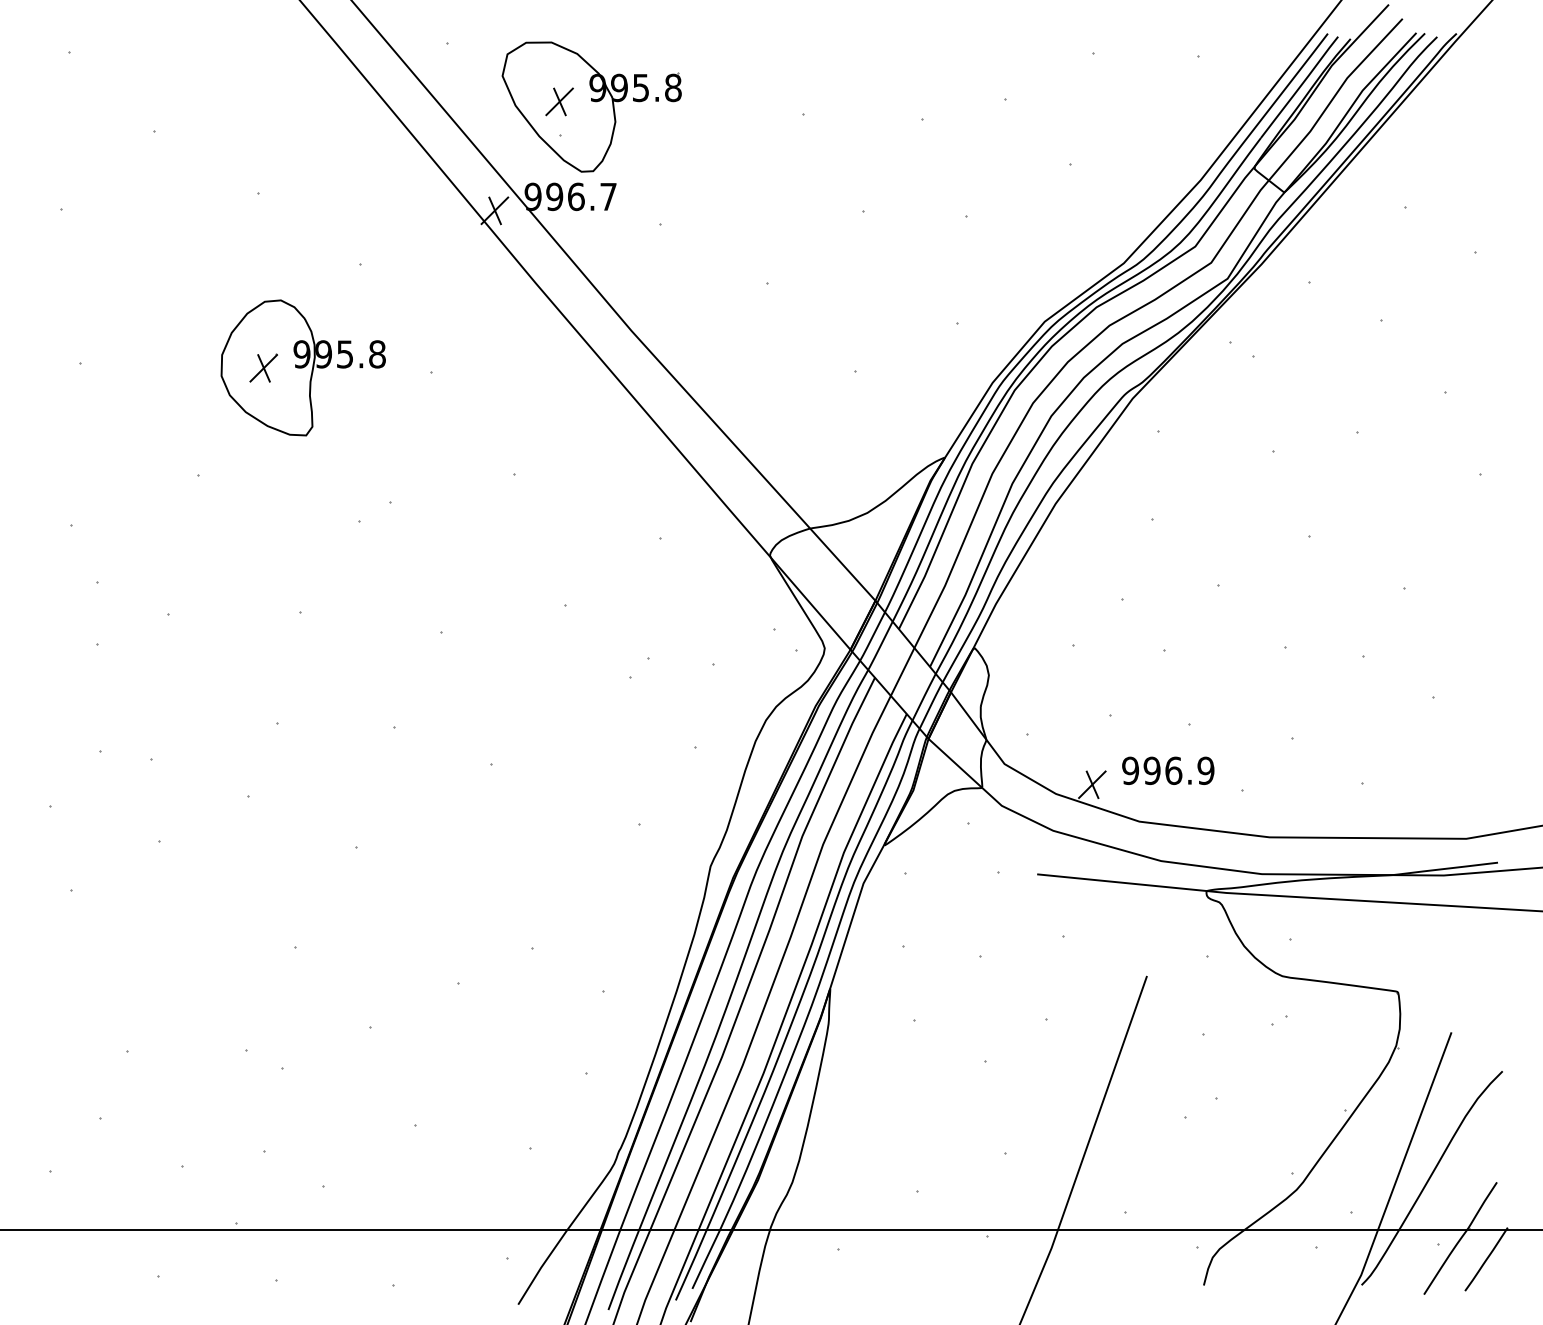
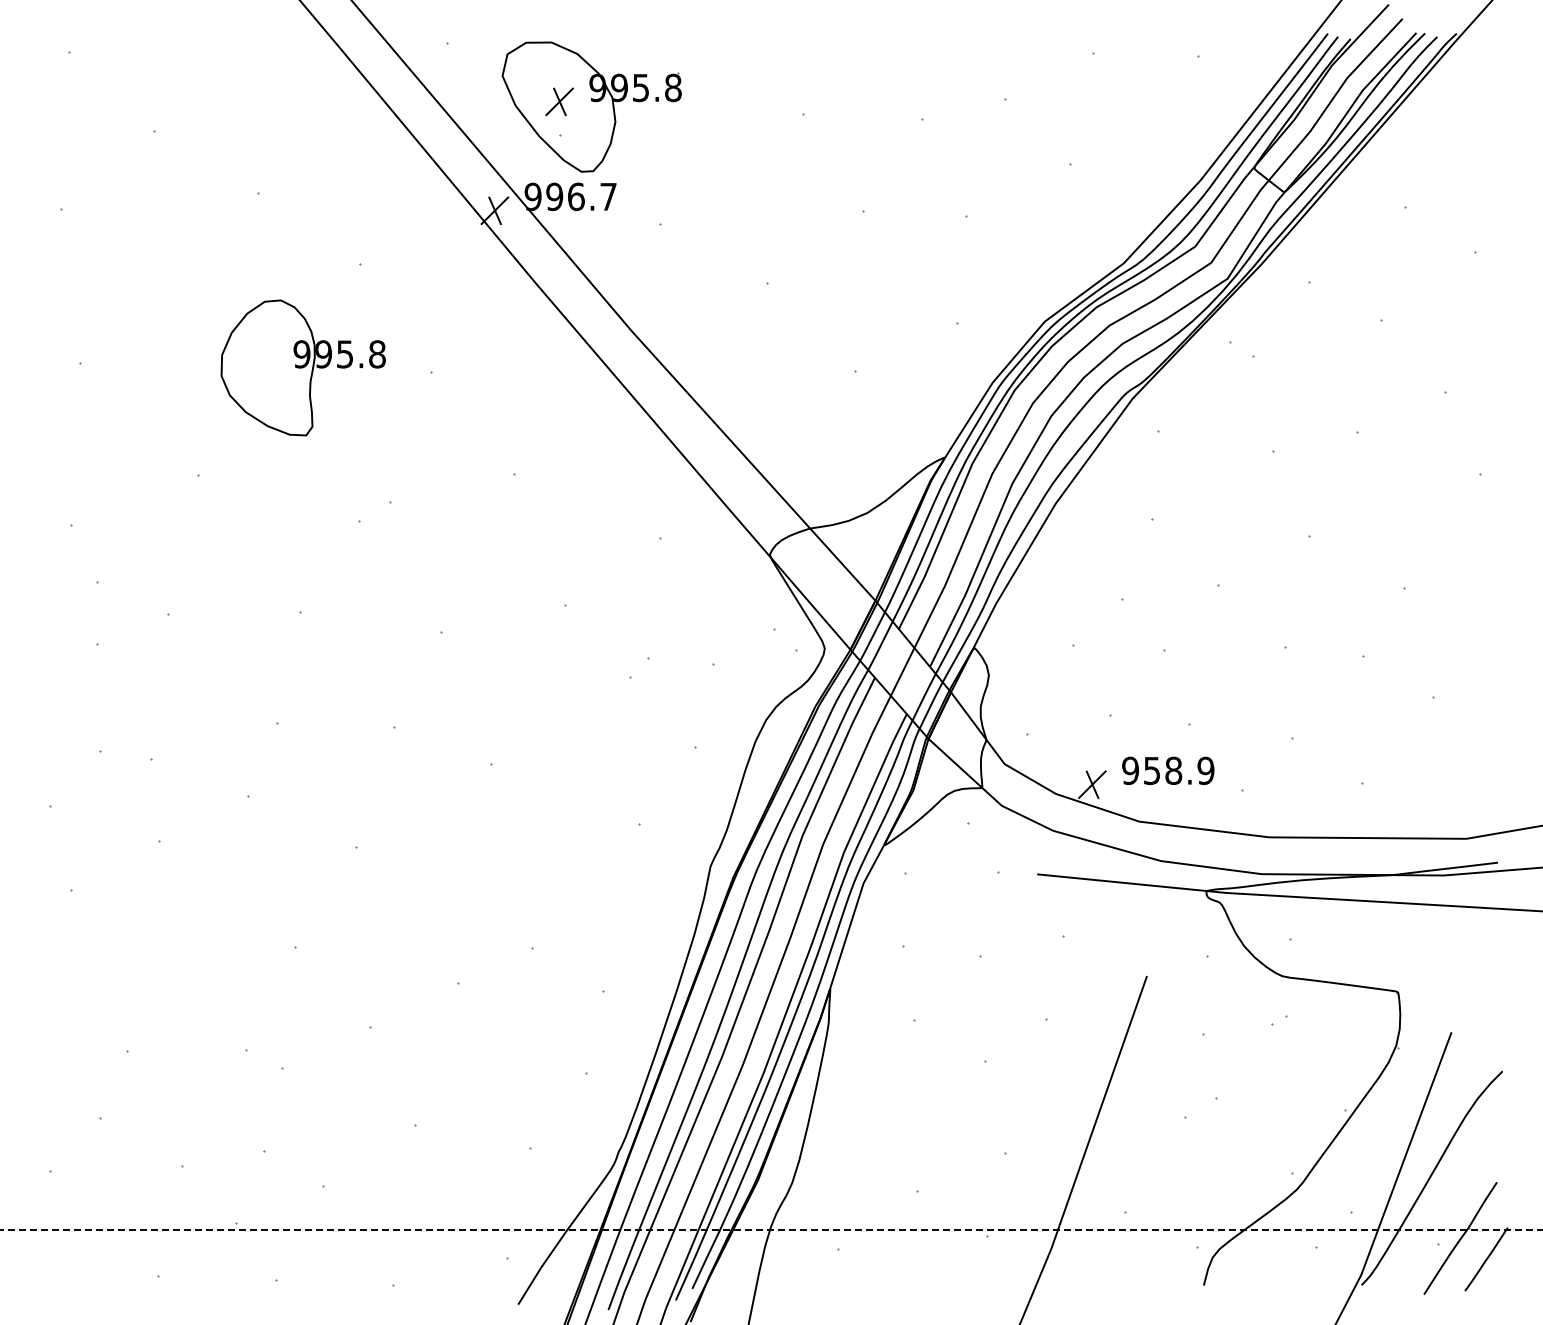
part at (263, 367): present -> none
text at (1162, 770): 996.9 -> 958.9
line at (771, 1229): solid -> dashed
